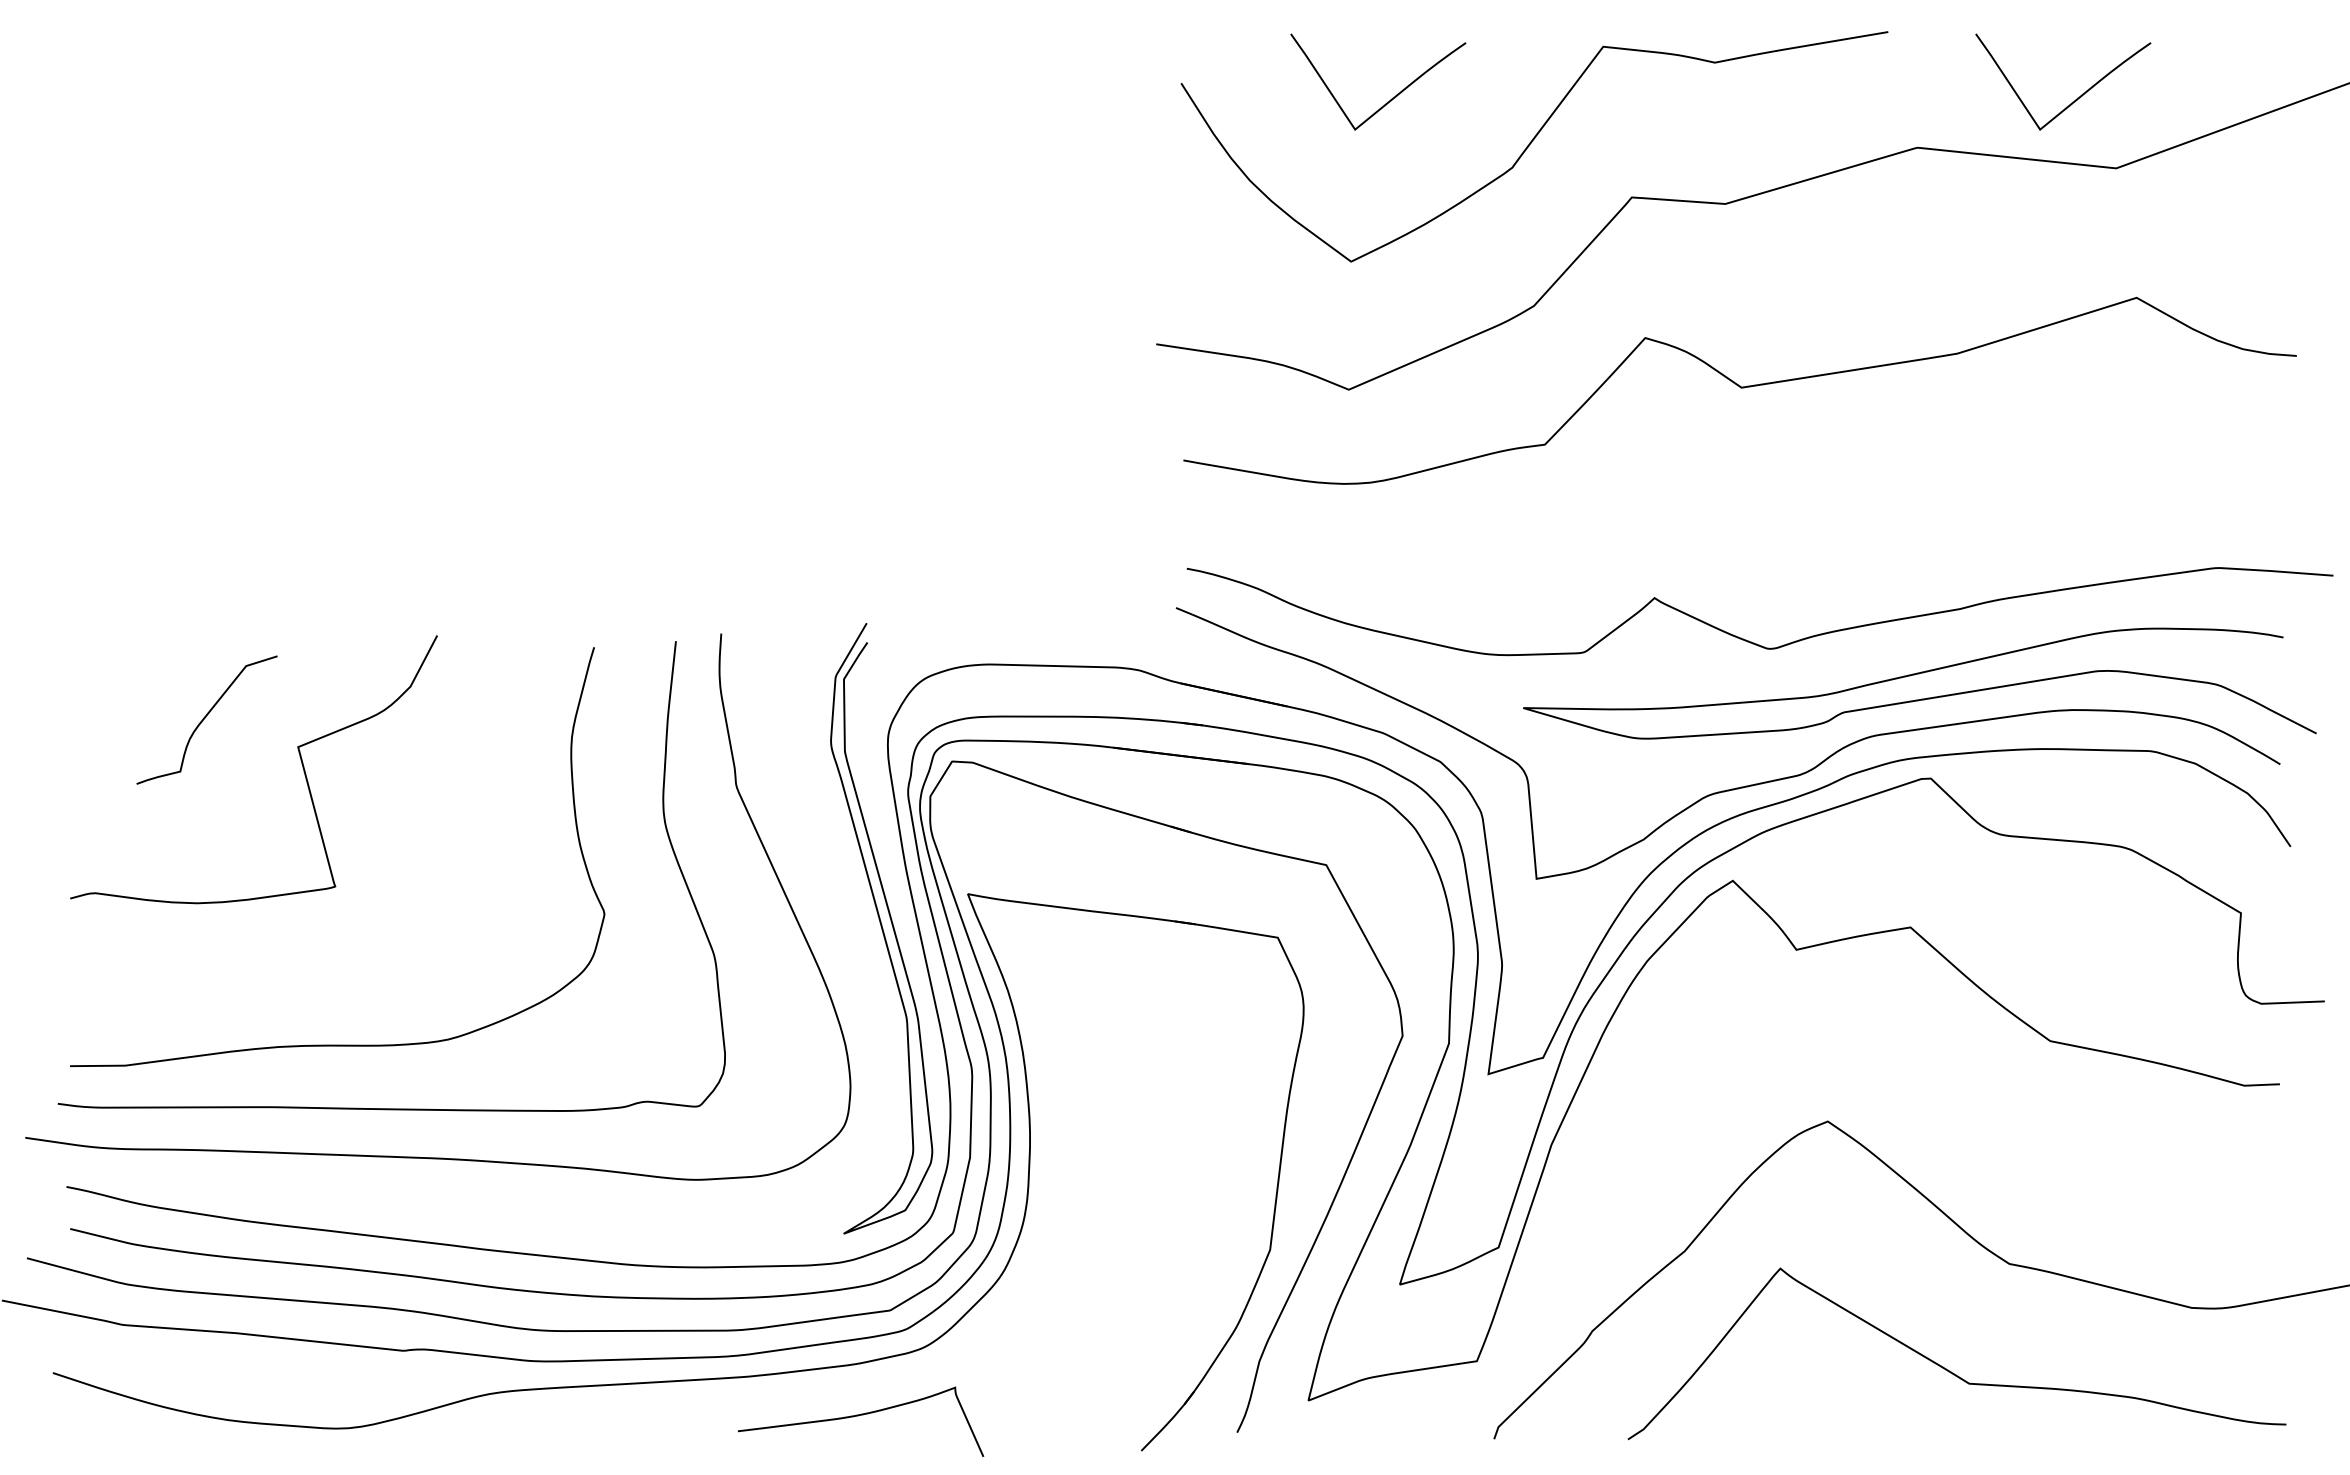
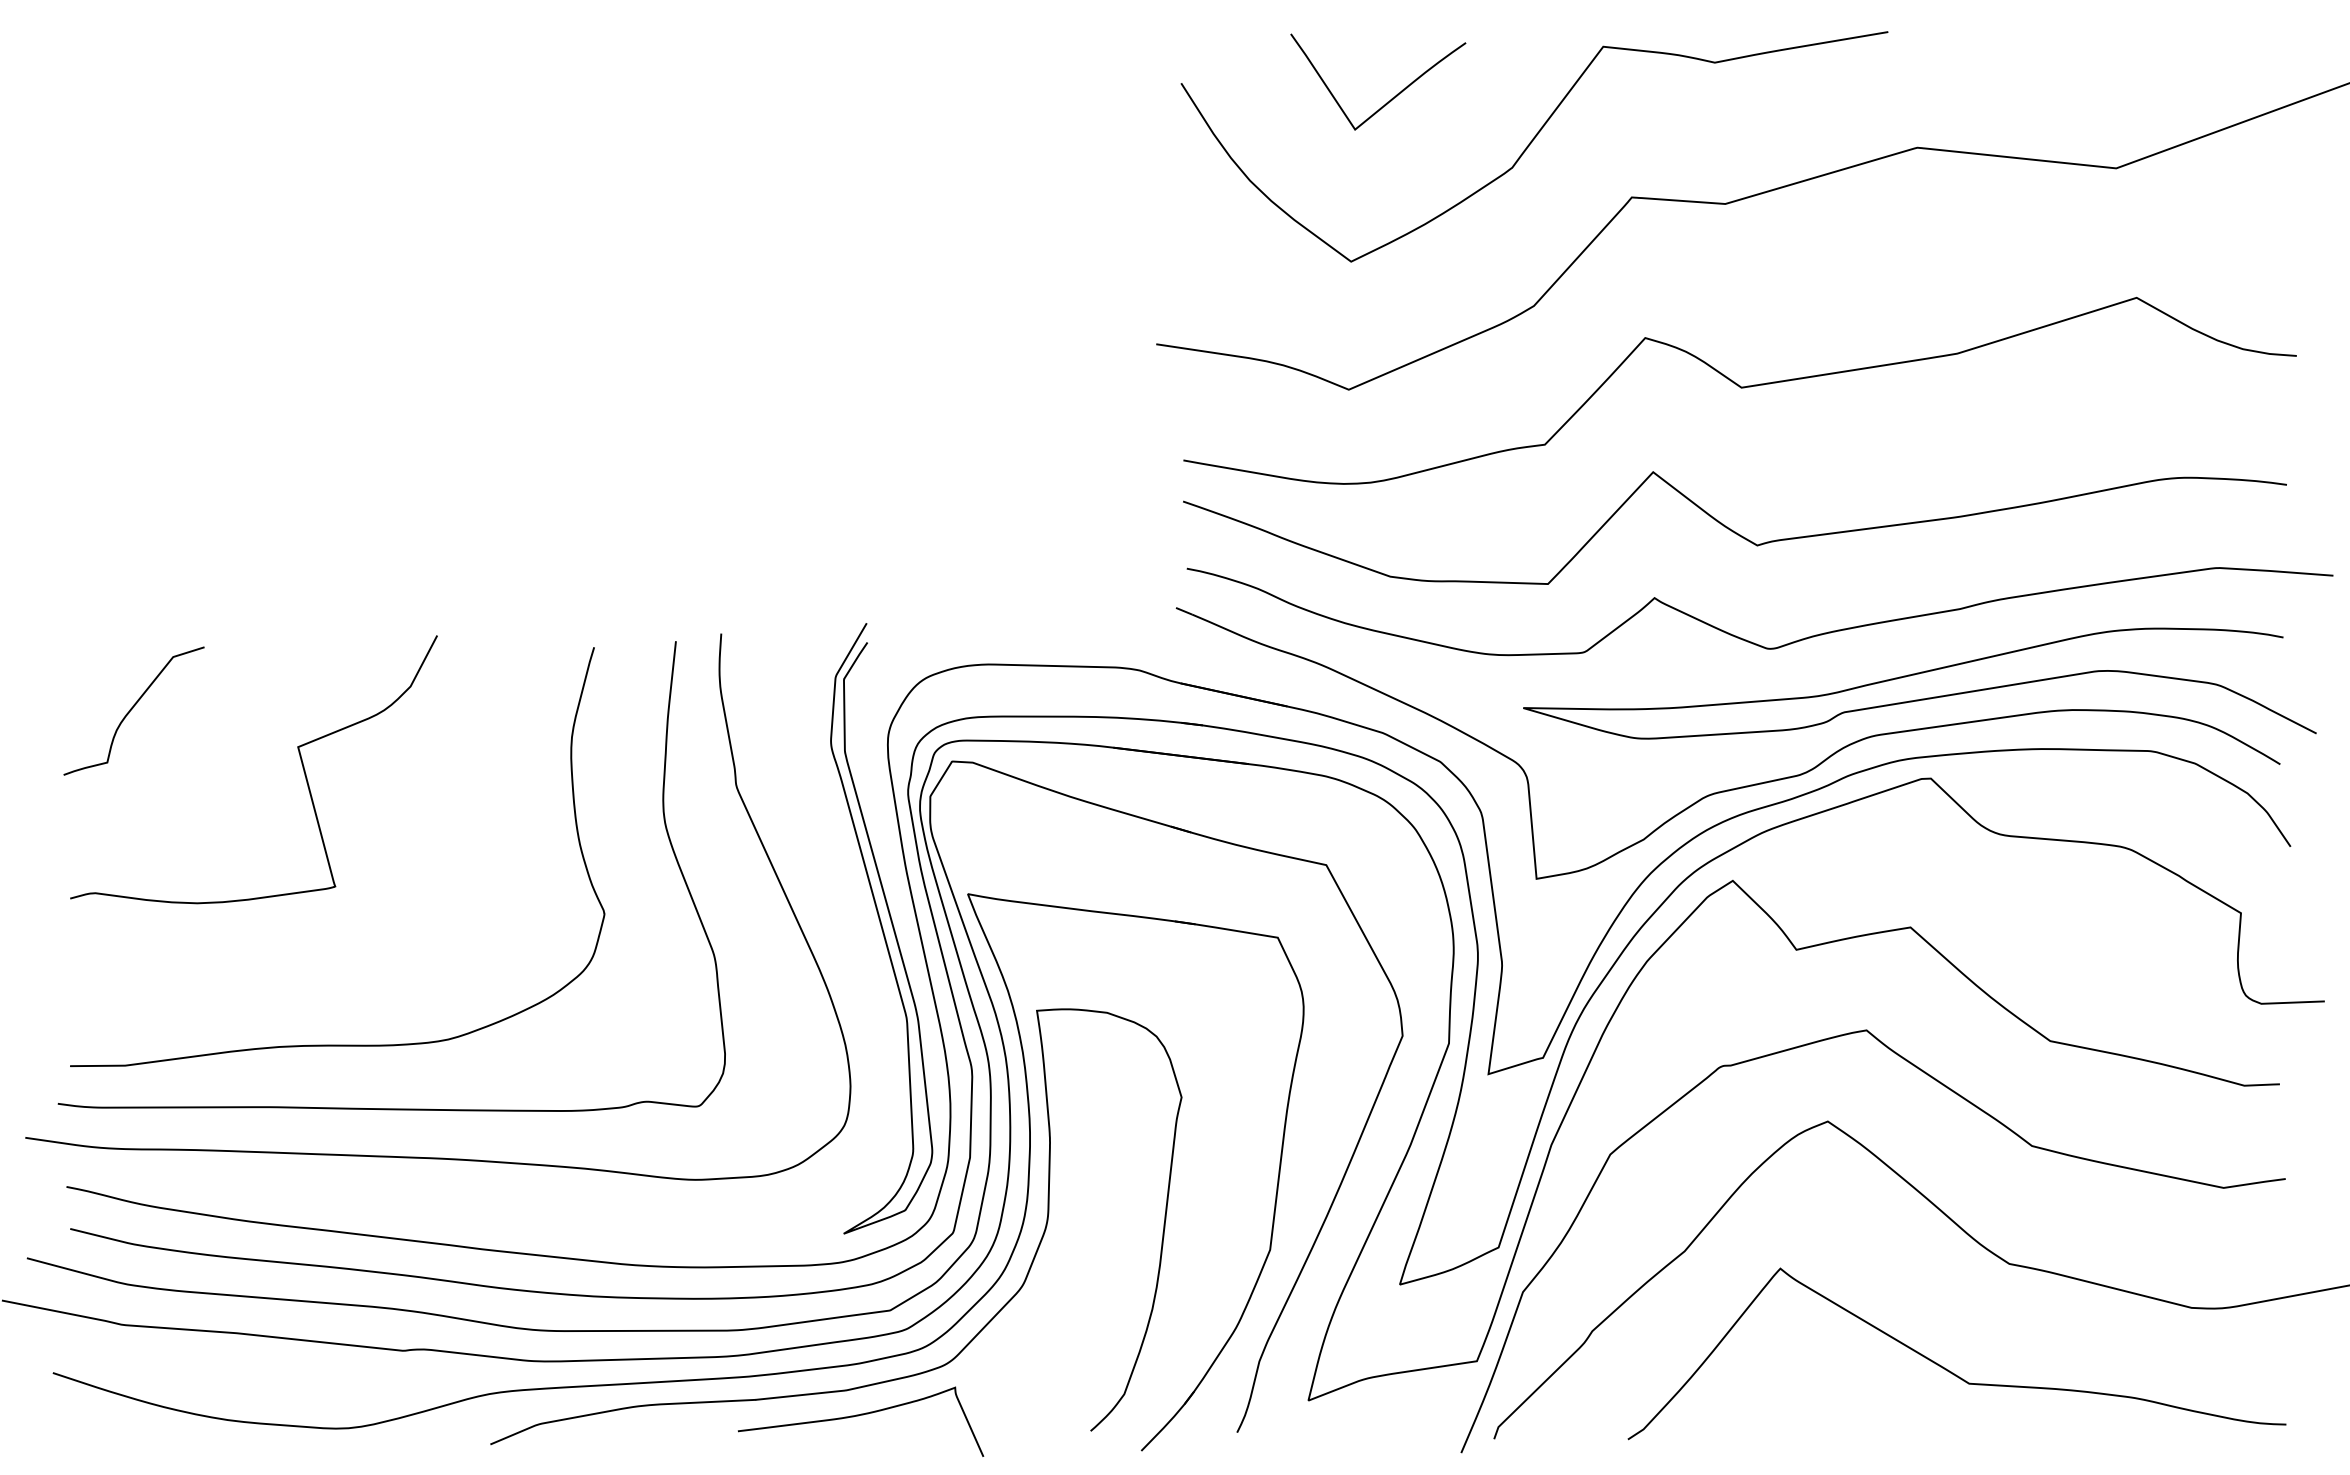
curve at (2077, 97): present -> none
curve at (1732, 529): none -> present
curve at (205, 718) position: (205, 718) -> (132, 709)
curve at (1966, 1101): none -> present
curve at (871, 1383): none -> present
